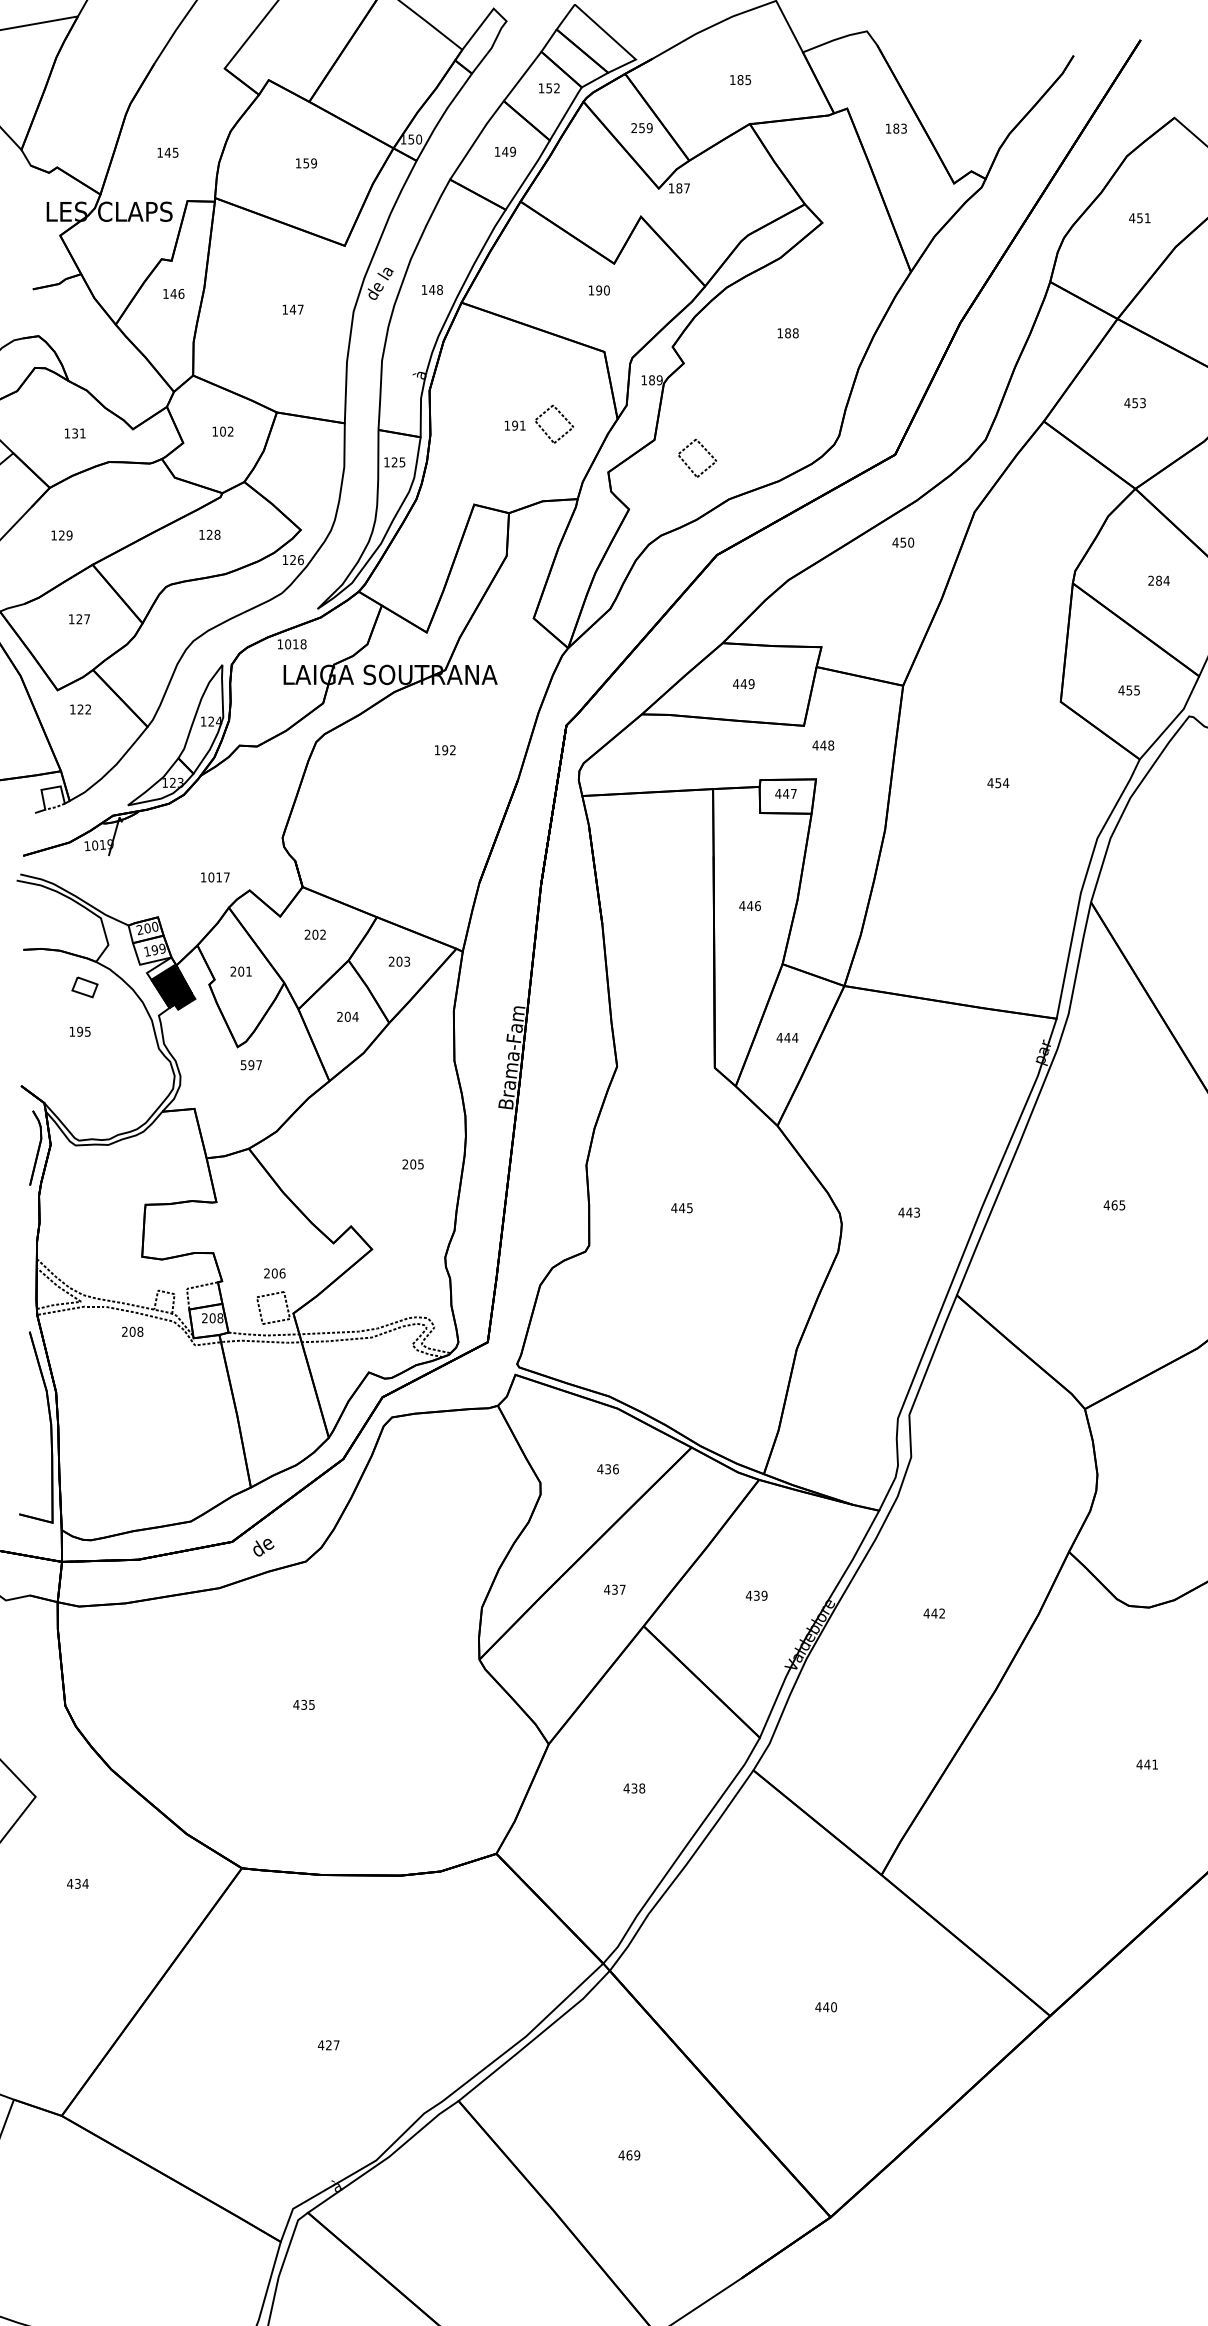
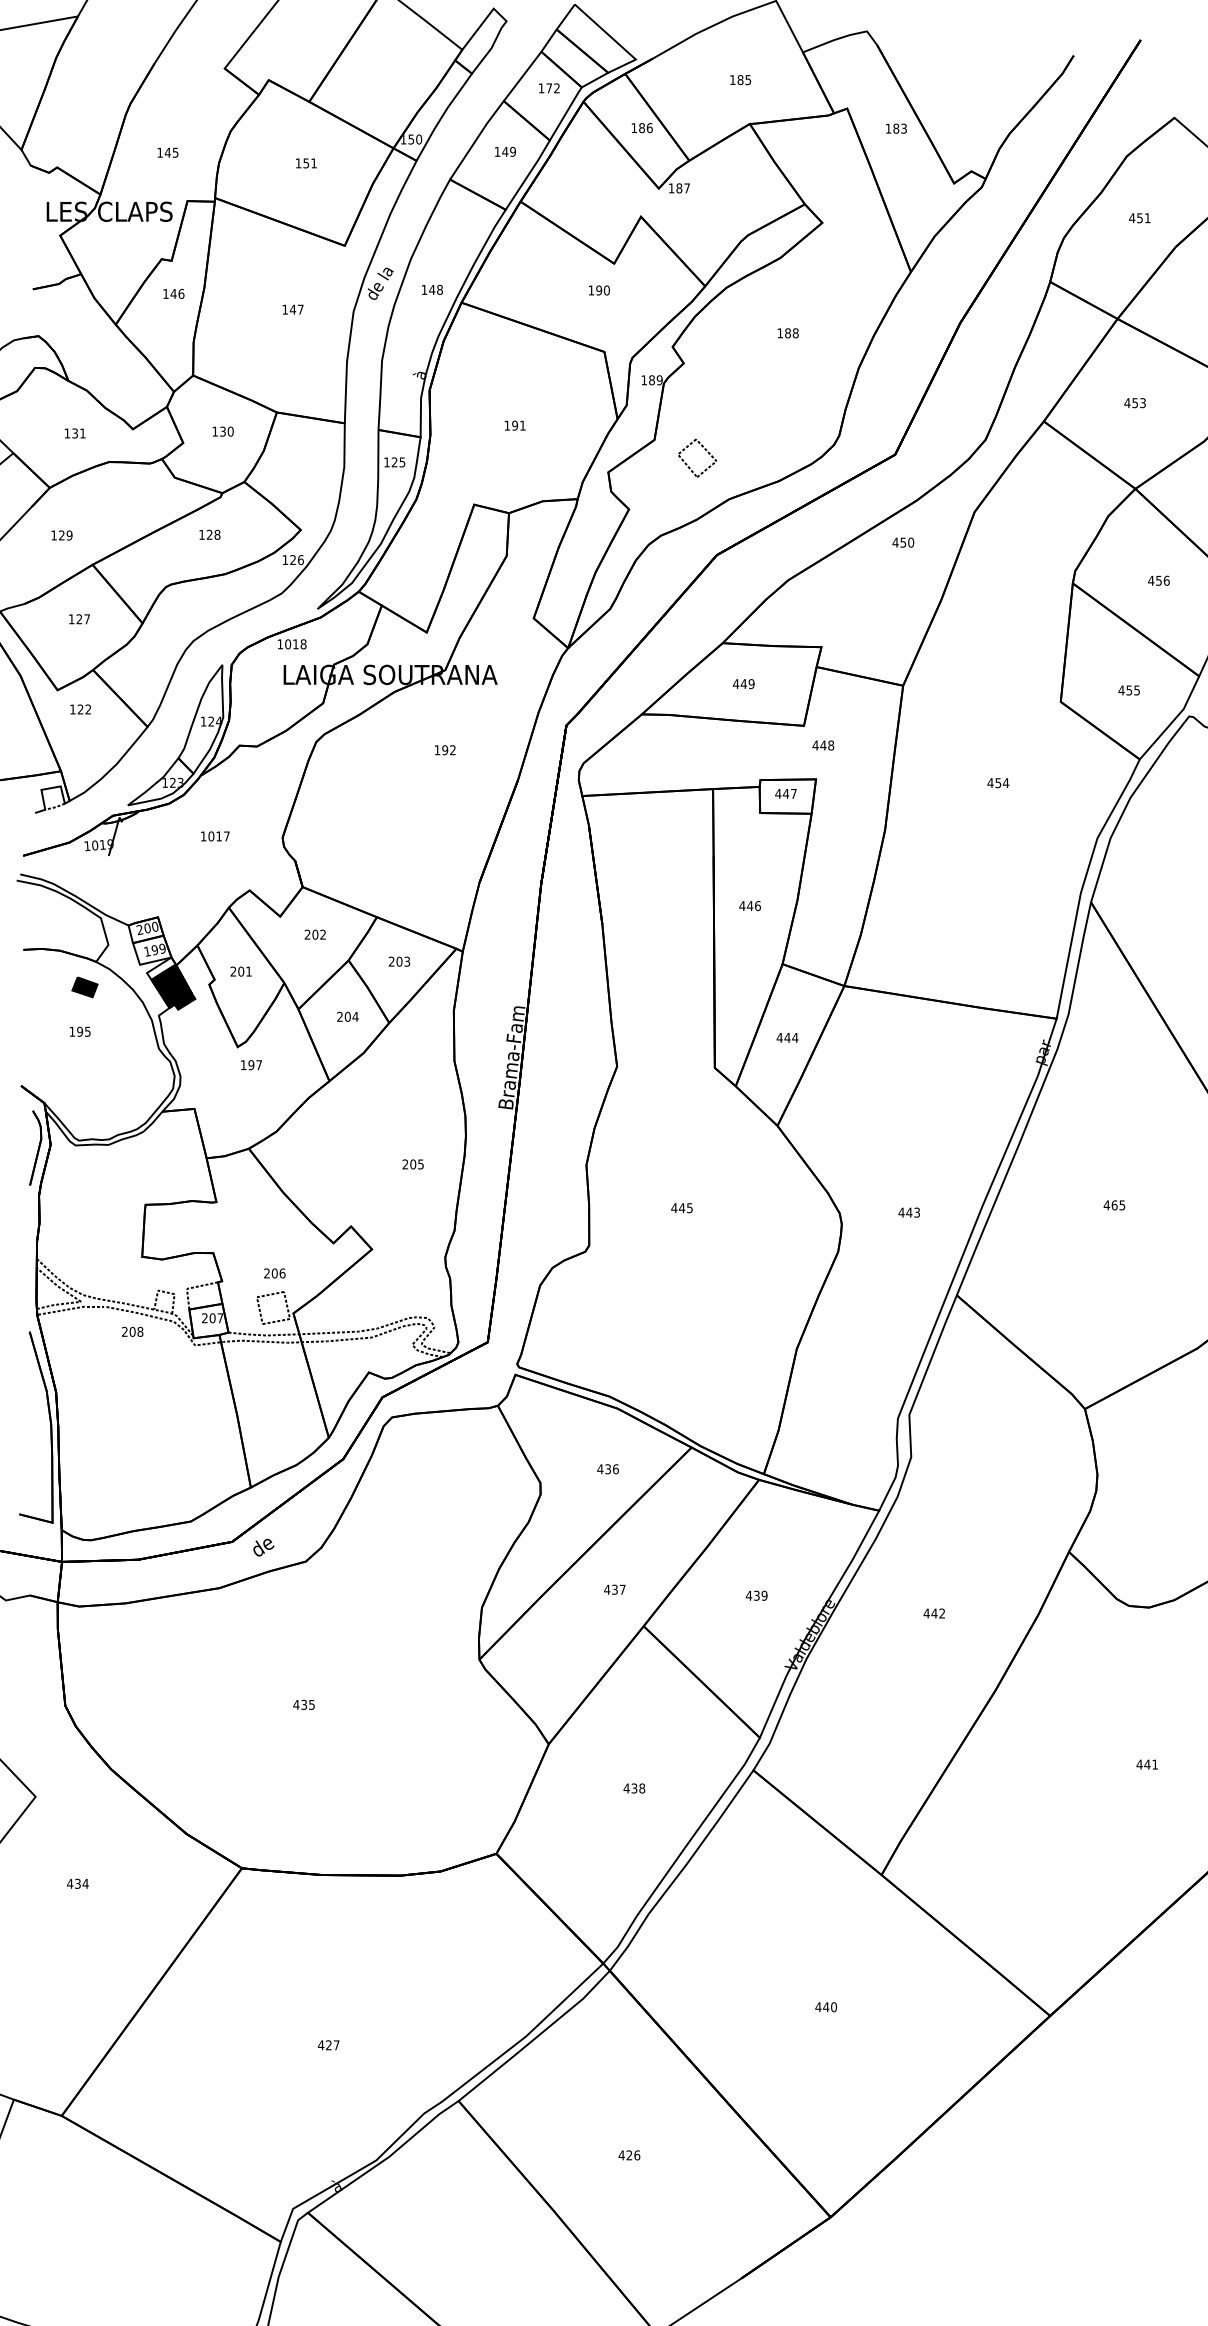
text at (549, 88): 152 -> 172
text at (641, 128): 259 -> 186
text at (314, 163): 159 -> 151
part at (561, 415): present -> none
text at (226, 431): 102 -> 130
text at (1158, 580): 284 -> 456
text at (215, 877) position: (215, 877) -> (215, 836)
fill at (84, 987): none -> present
text at (243, 1065): 597 -> 197
text at (220, 1318): 208 -> 207
text at (633, 2155): 469 -> 426
